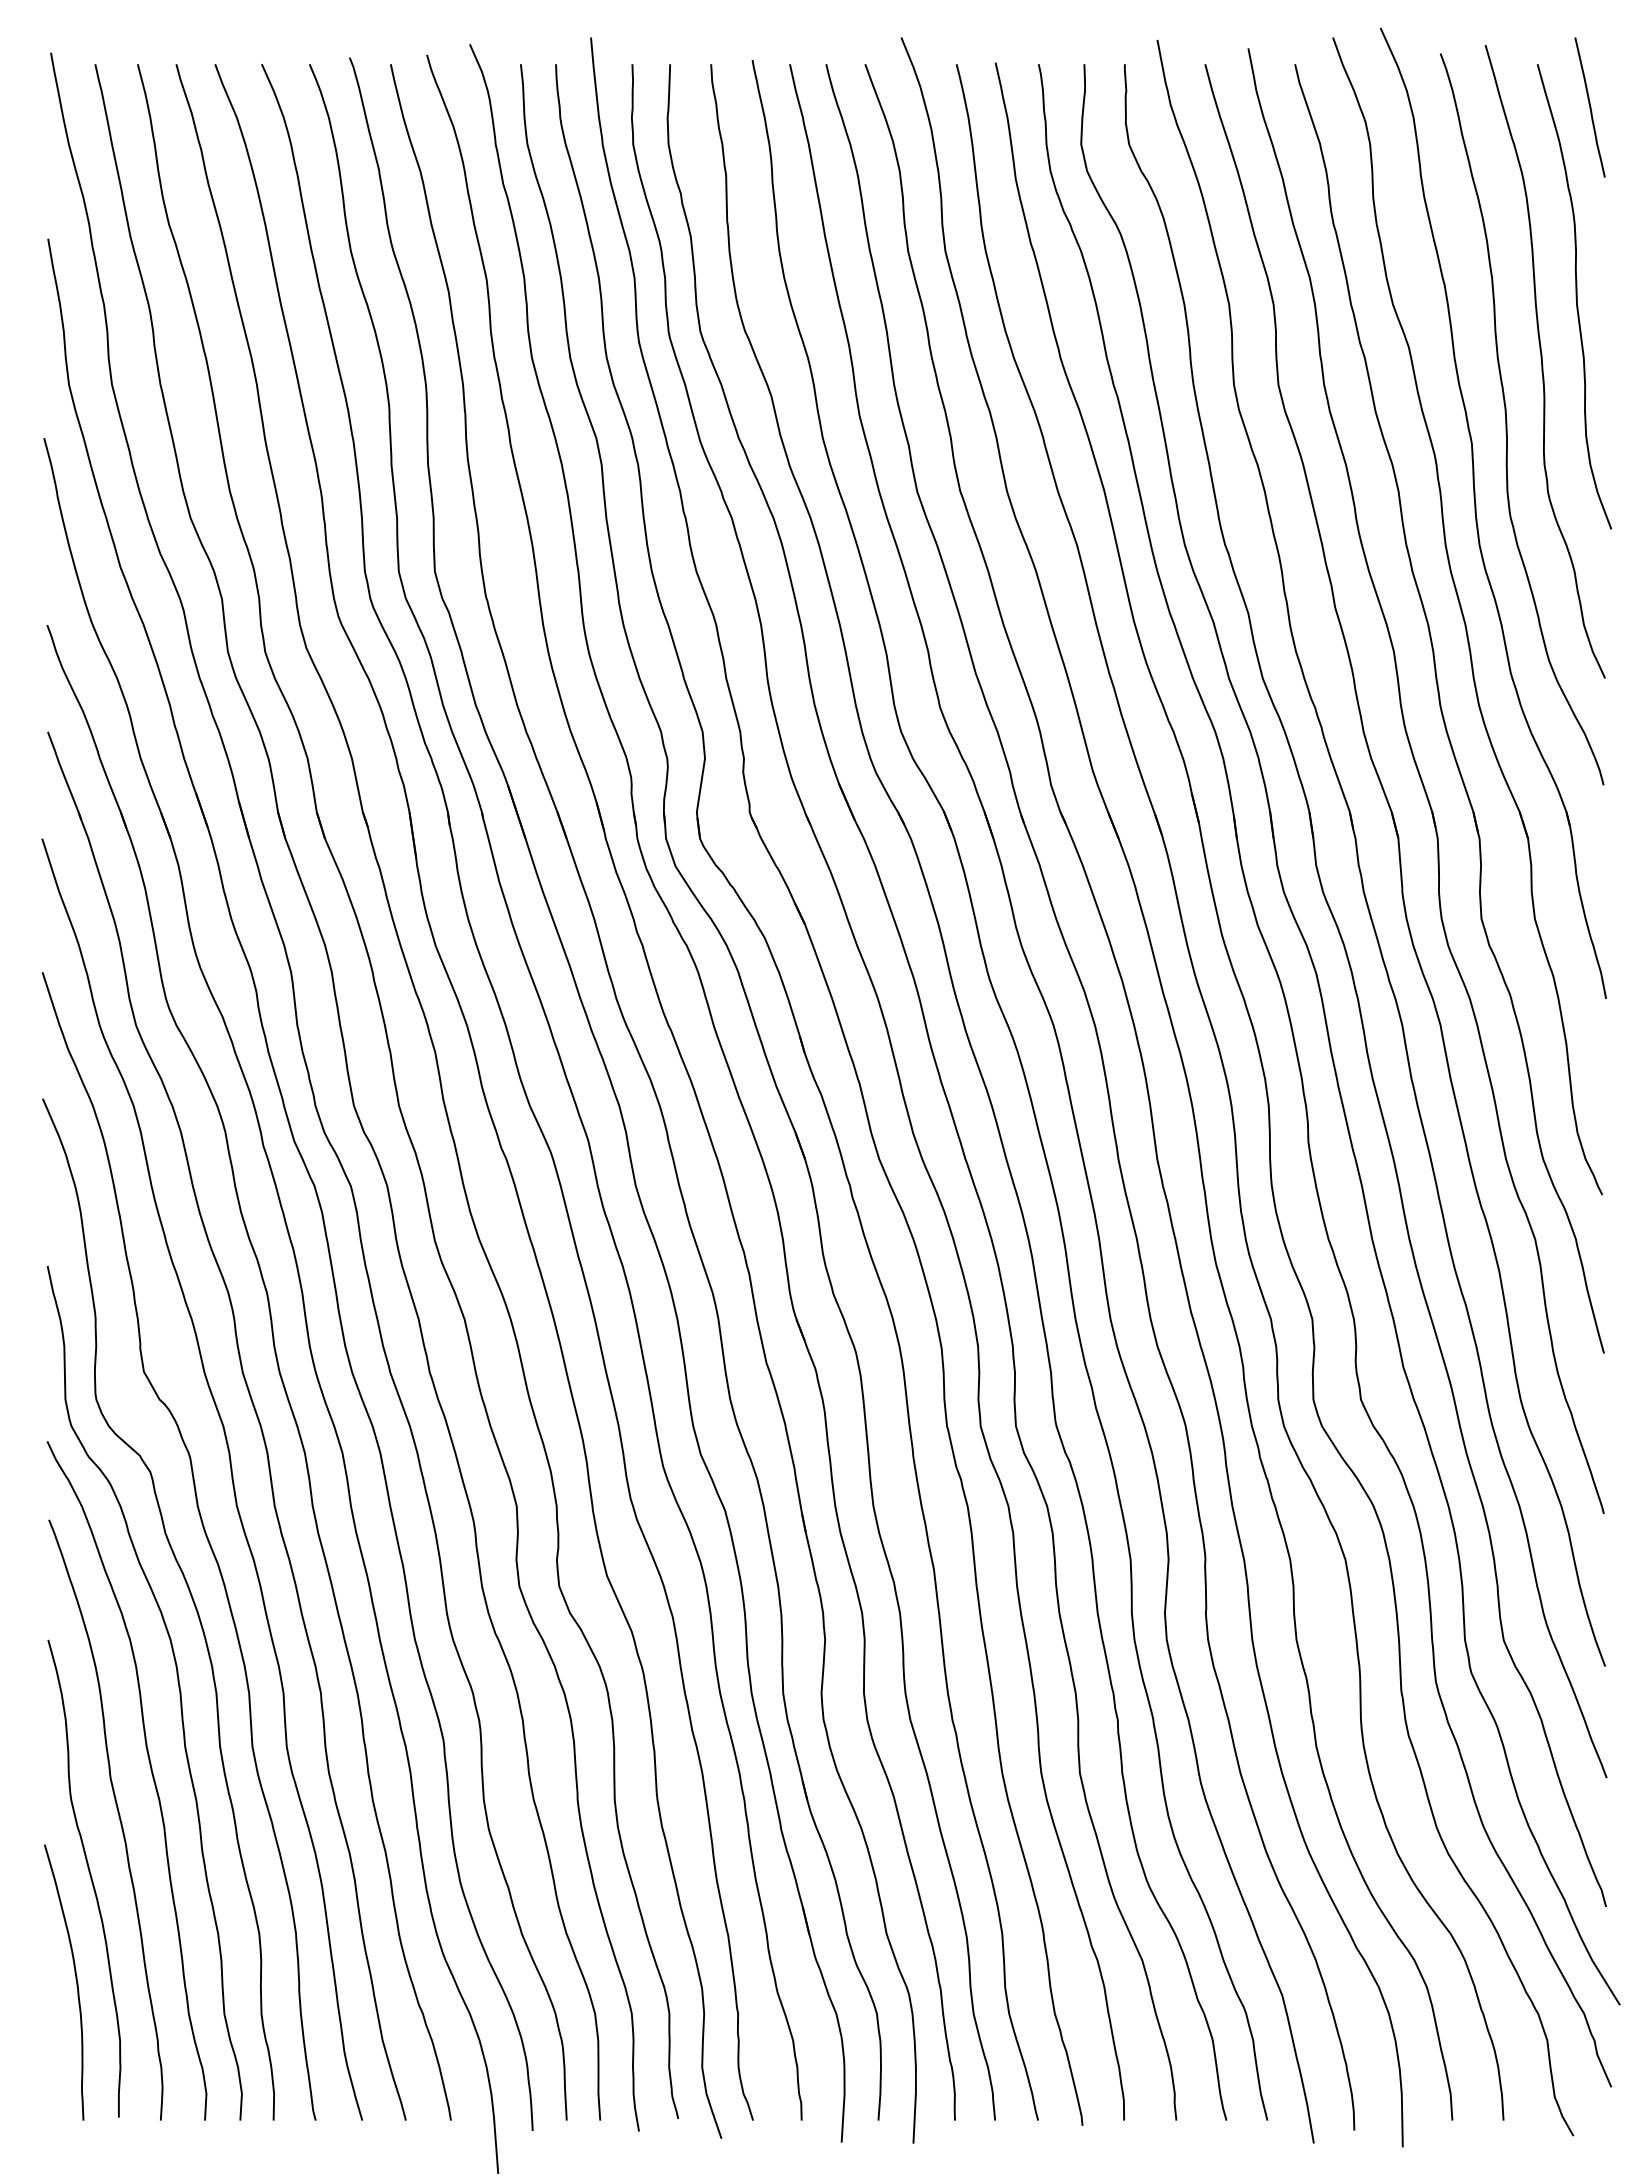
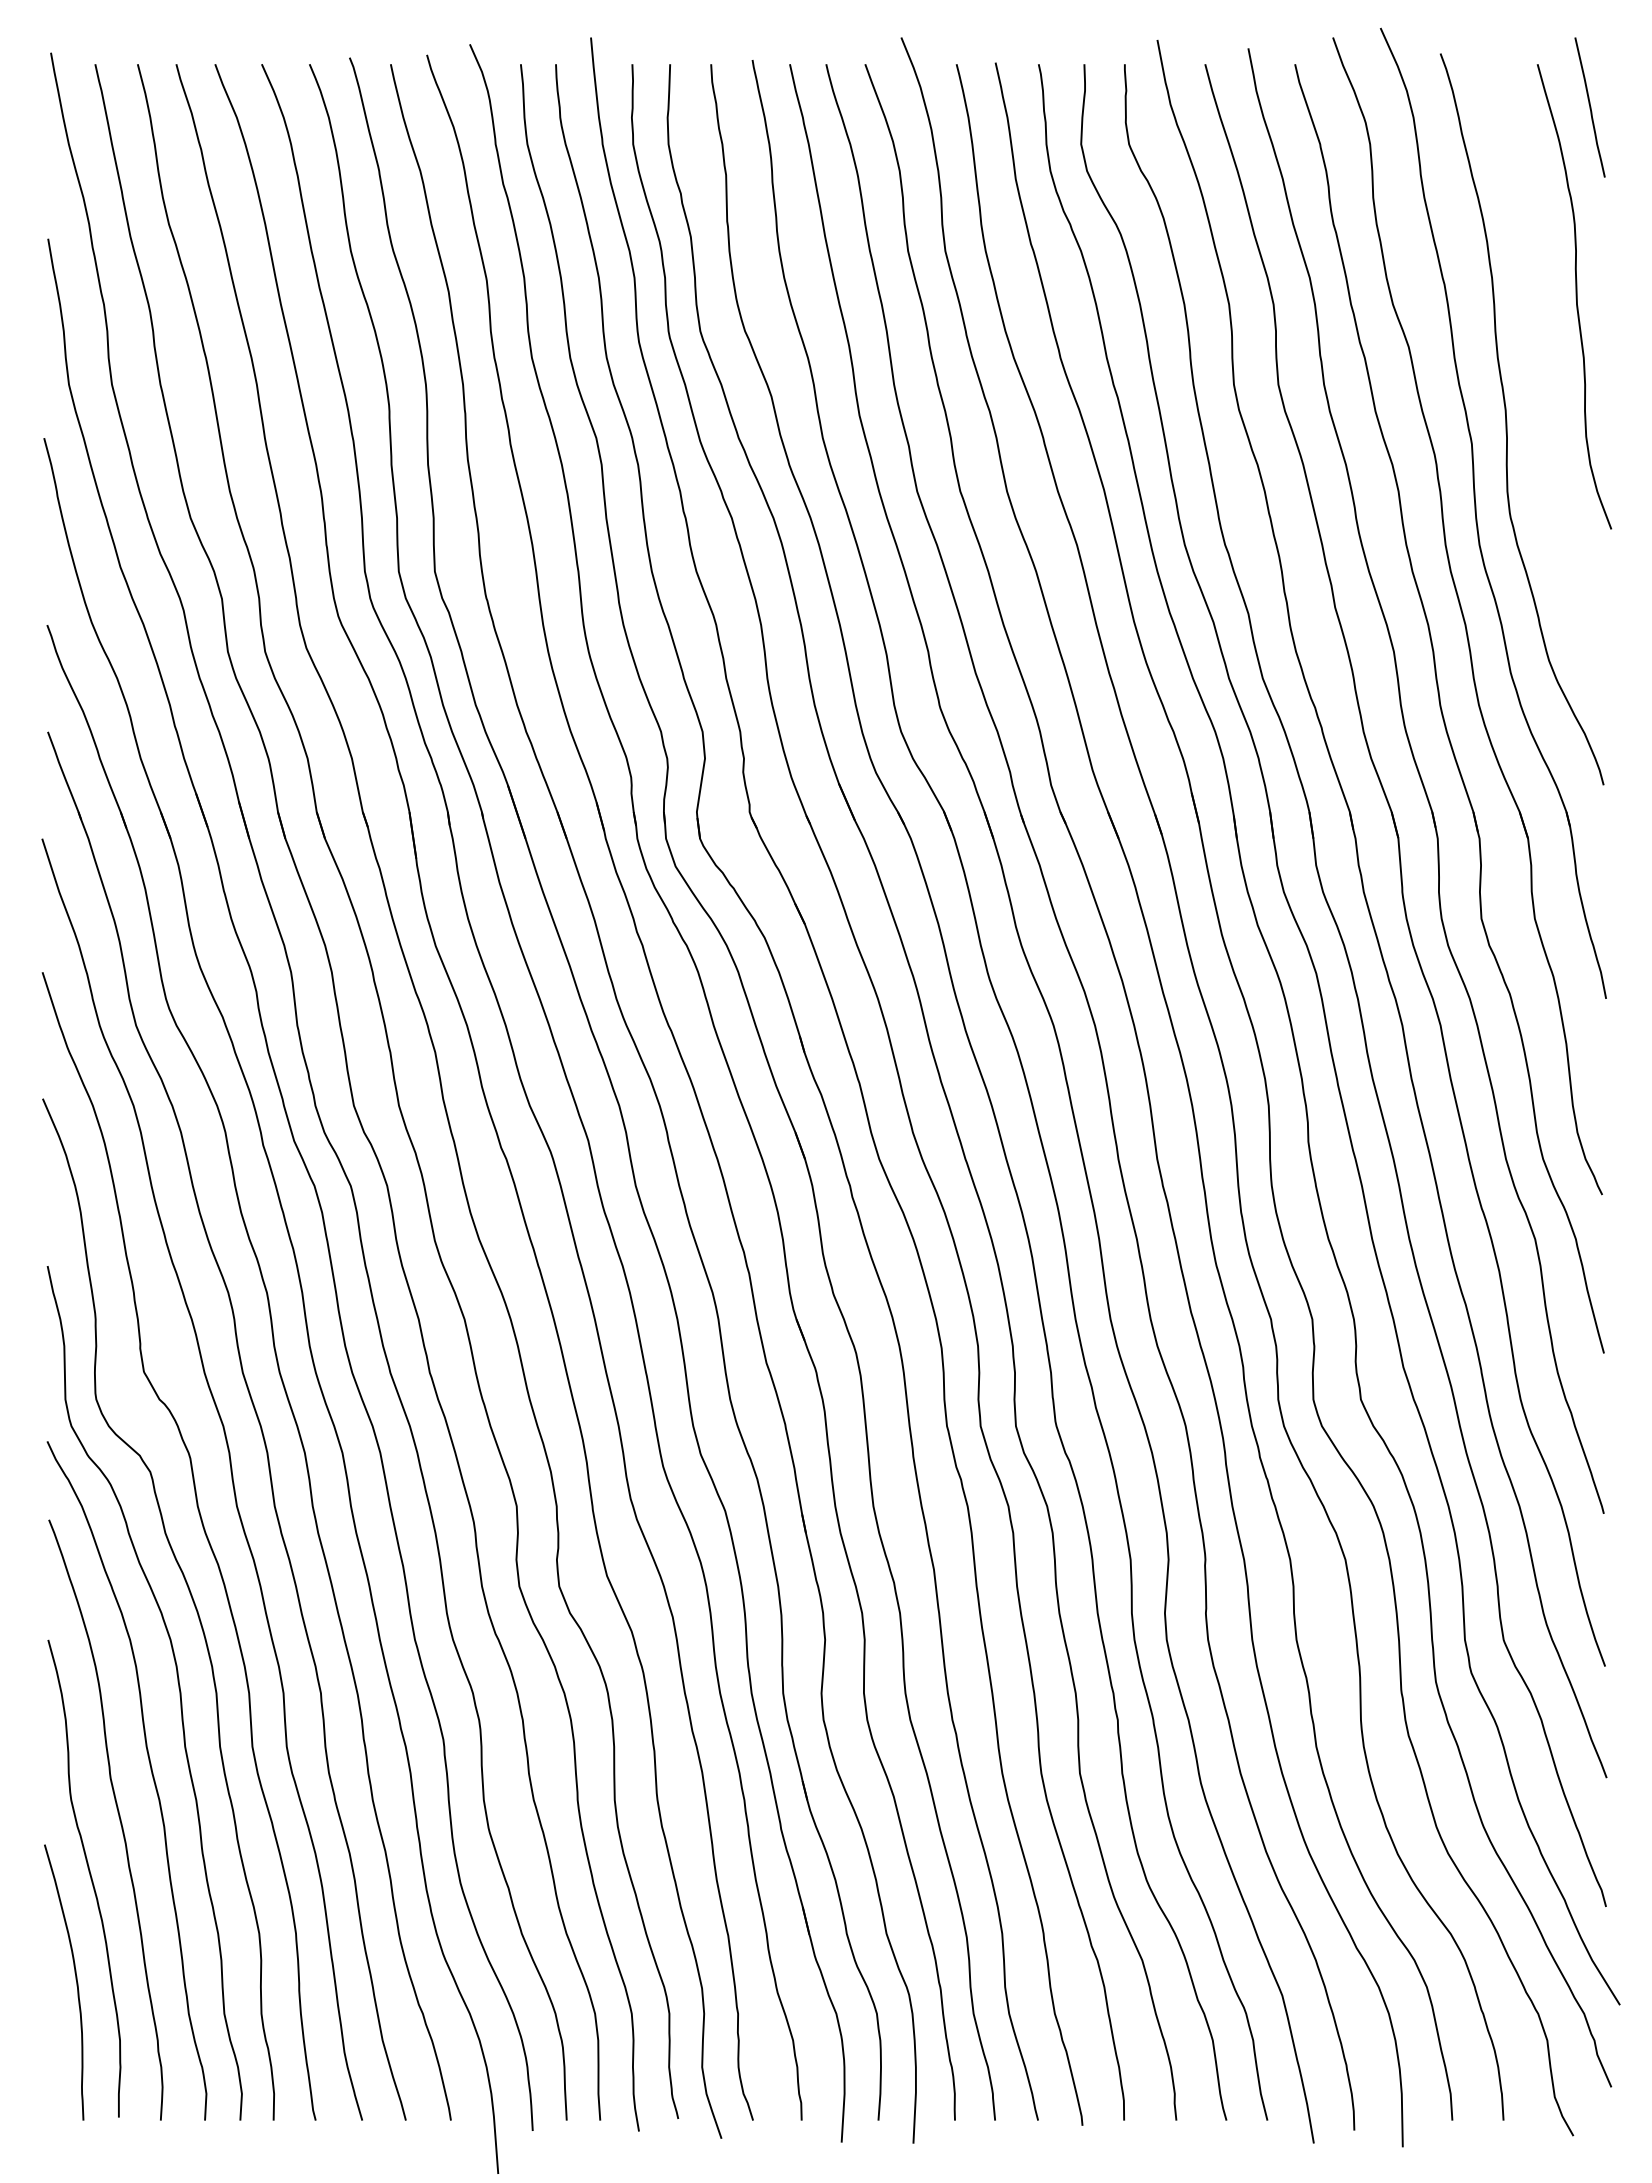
curve at (1542, 361): present -> none
